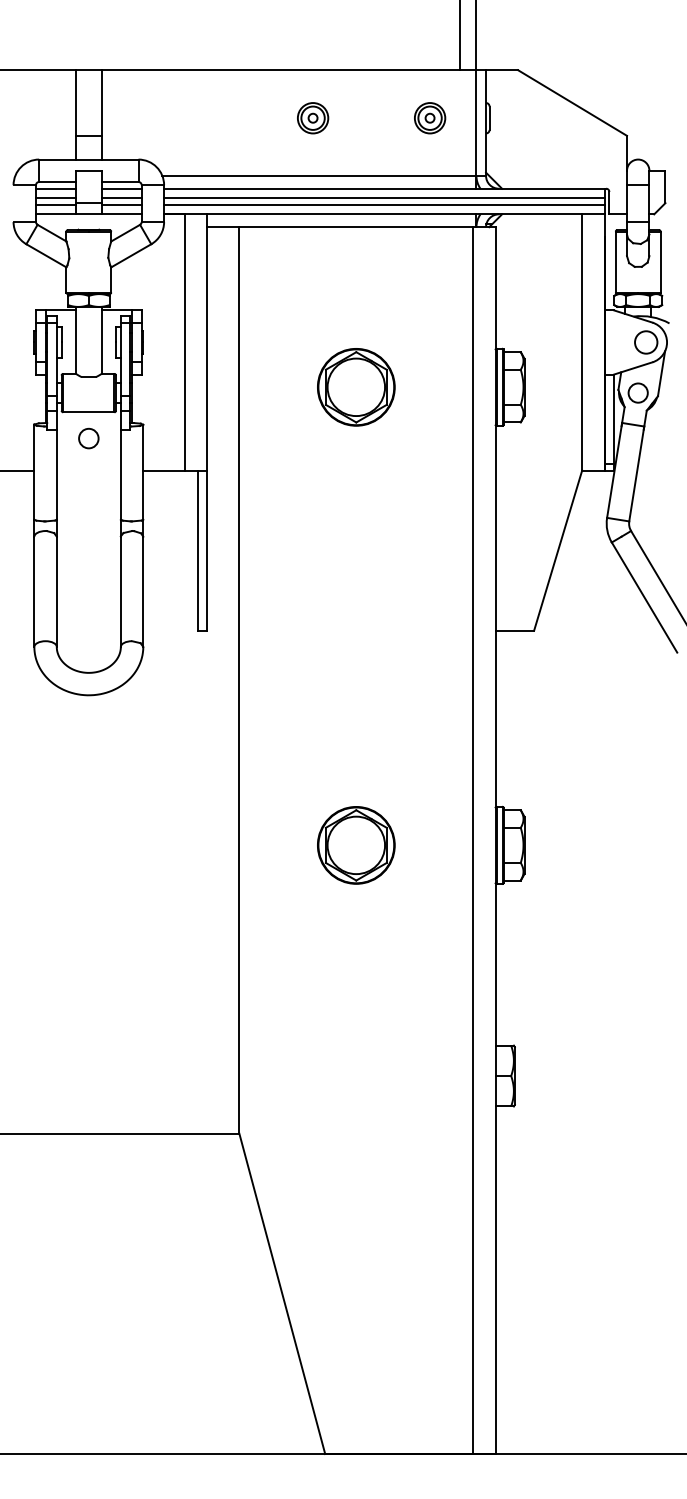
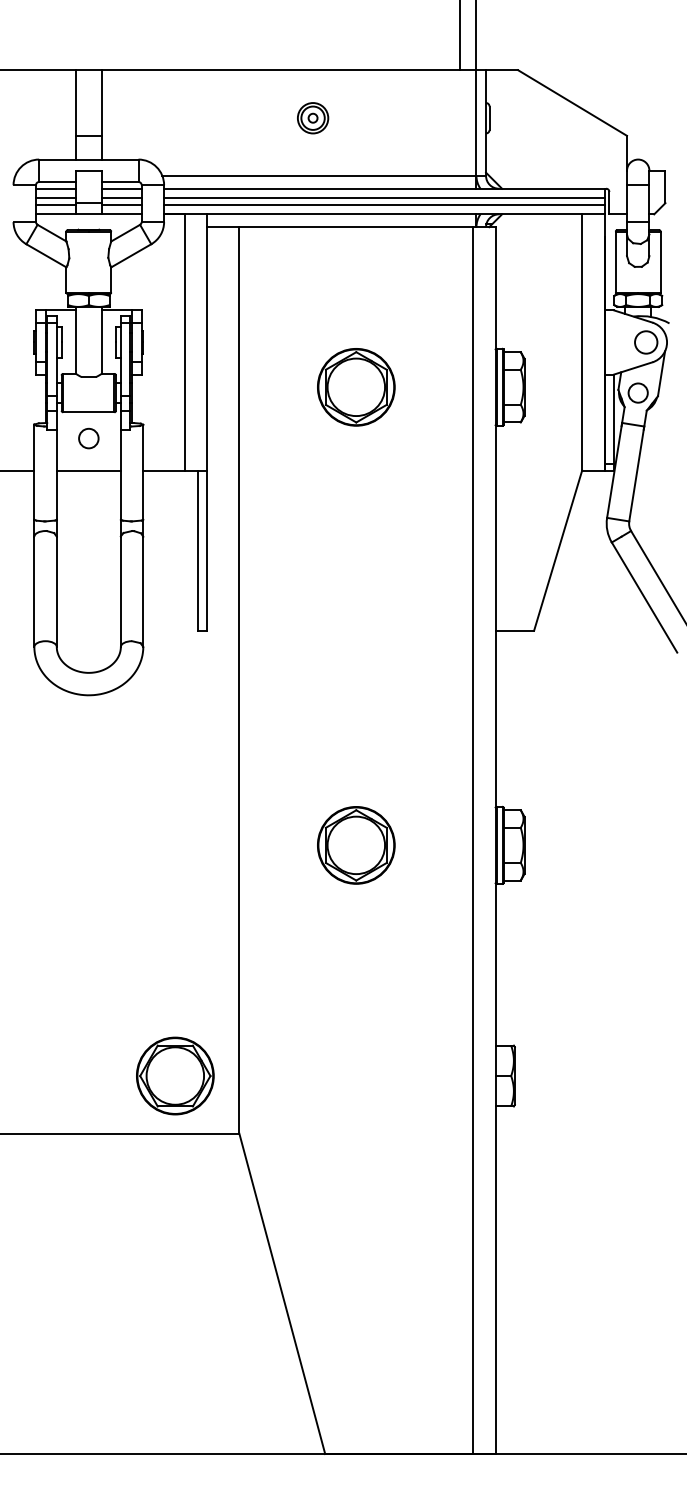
part at (430, 118): present -> none
line at (88, 470): none -> present
part at (175, 1075): none -> present
